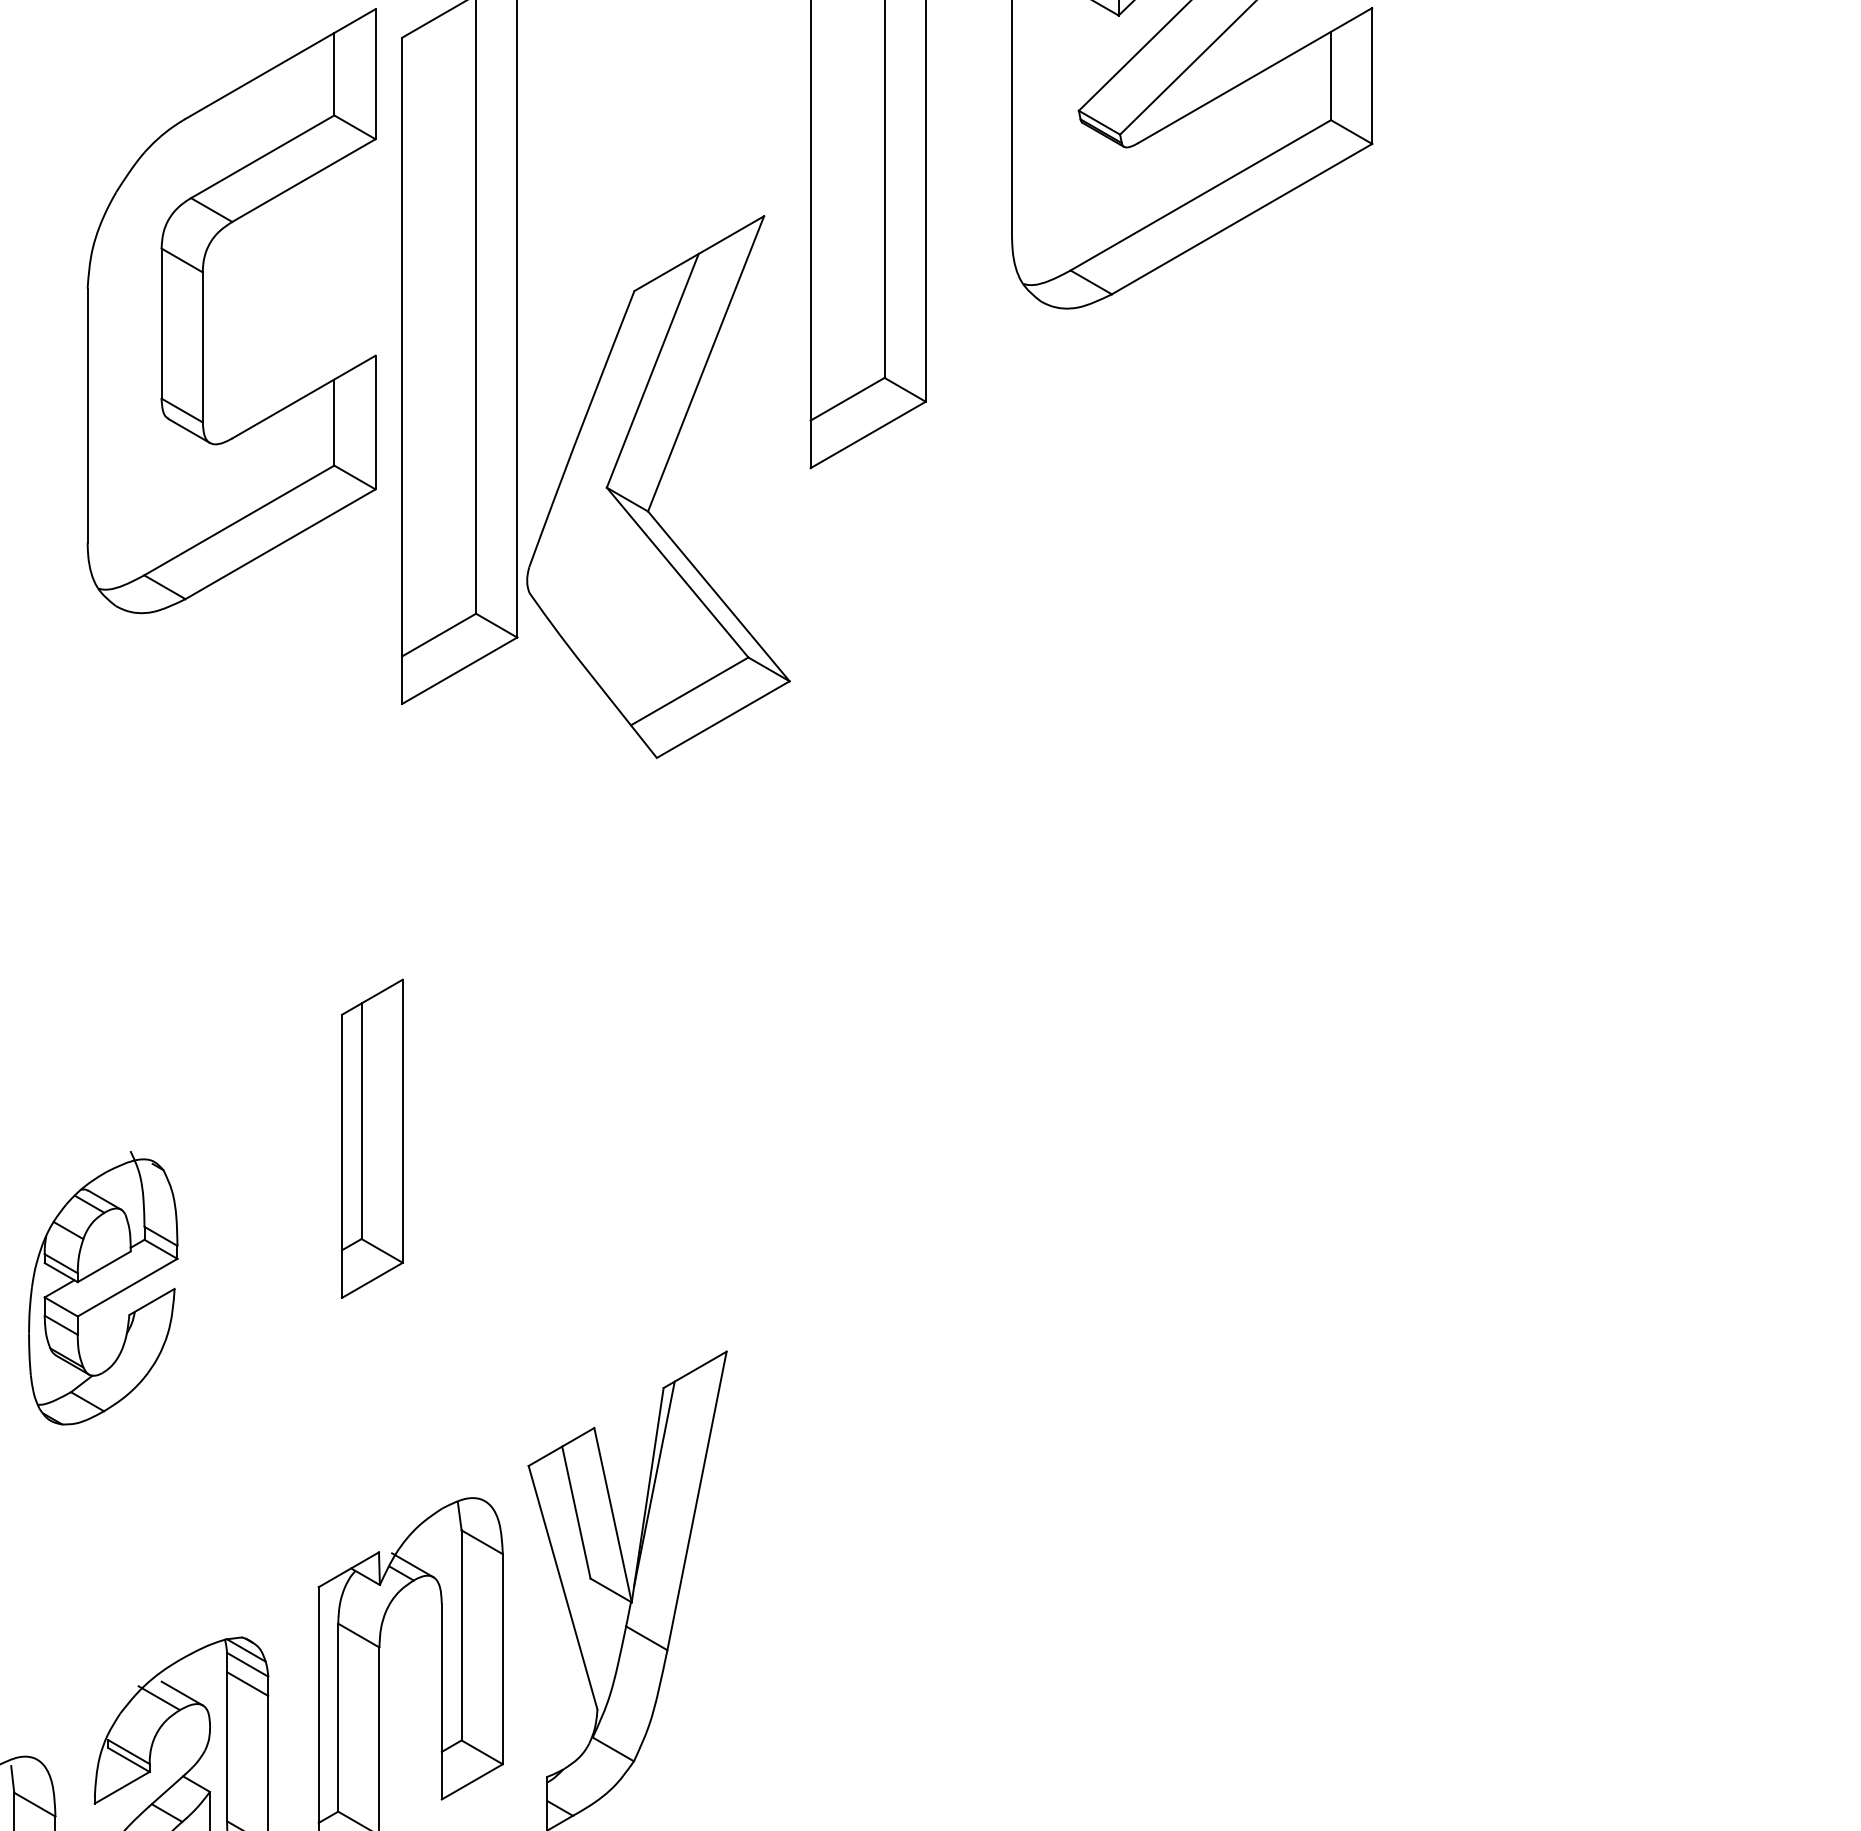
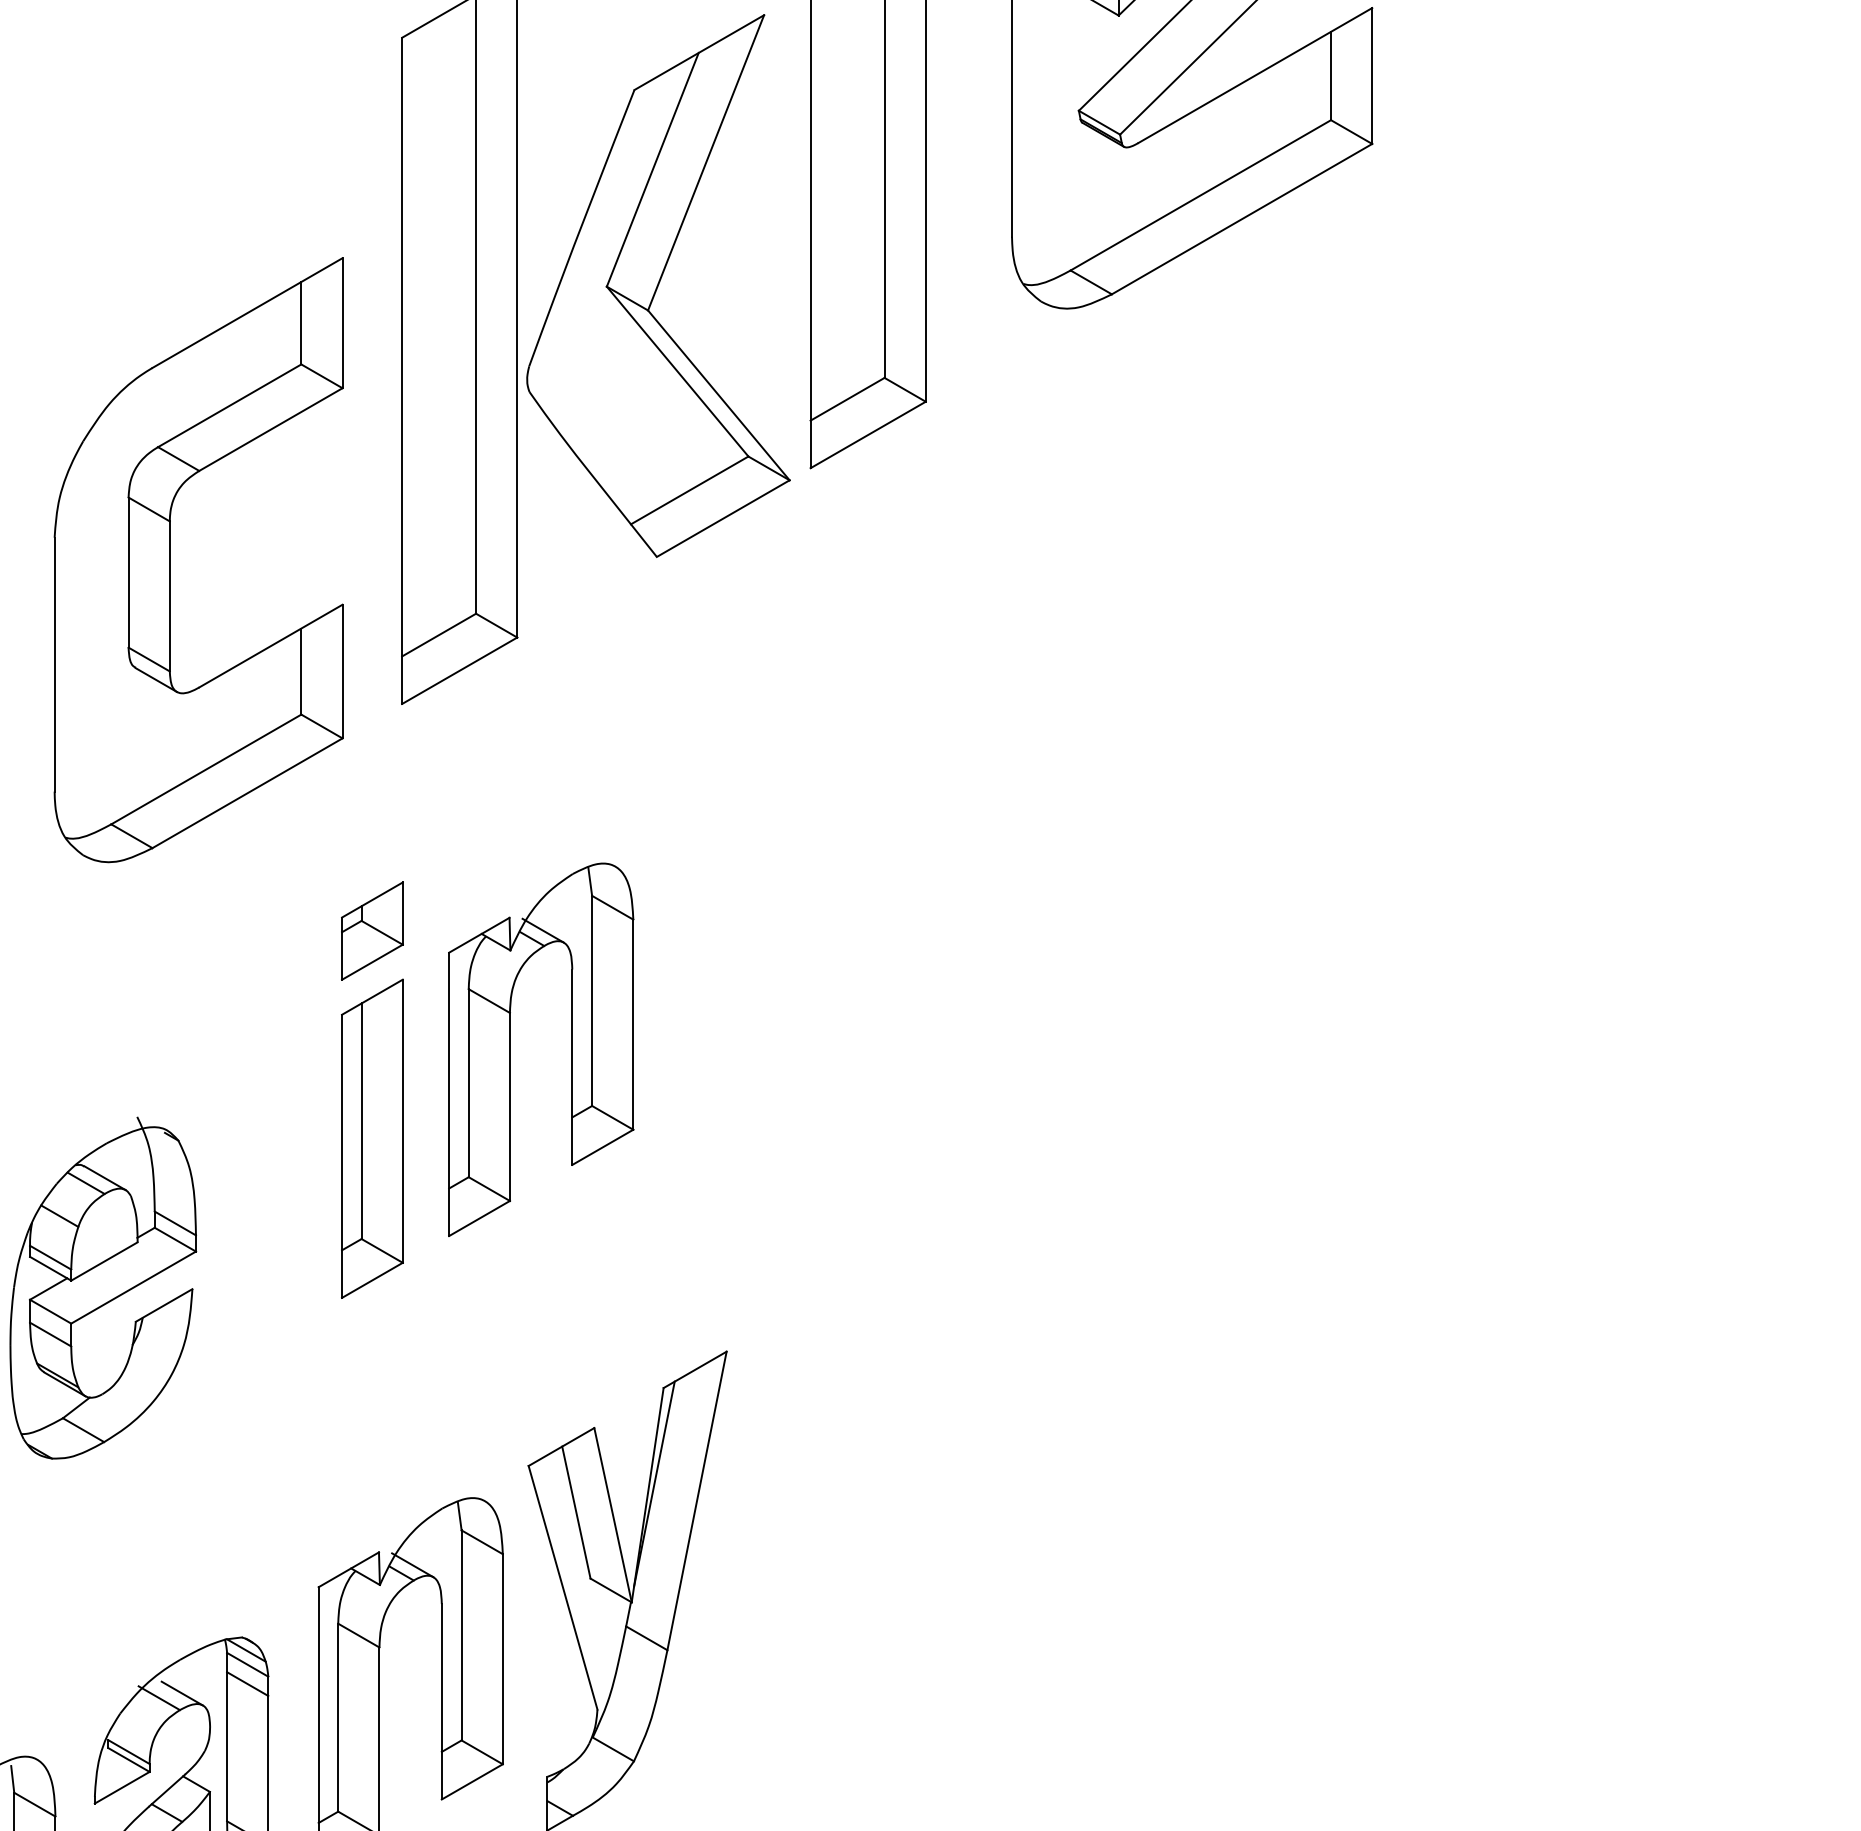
part at (203, 311) position: (203, 311) -> (170, 560)
part at (658, 486) position: (658, 486) -> (658, 285)
part at (372, 930): none -> present
part at (571, 1049): none -> present
part at (103, 1288) size: 151x275 px -> 189x344 px
